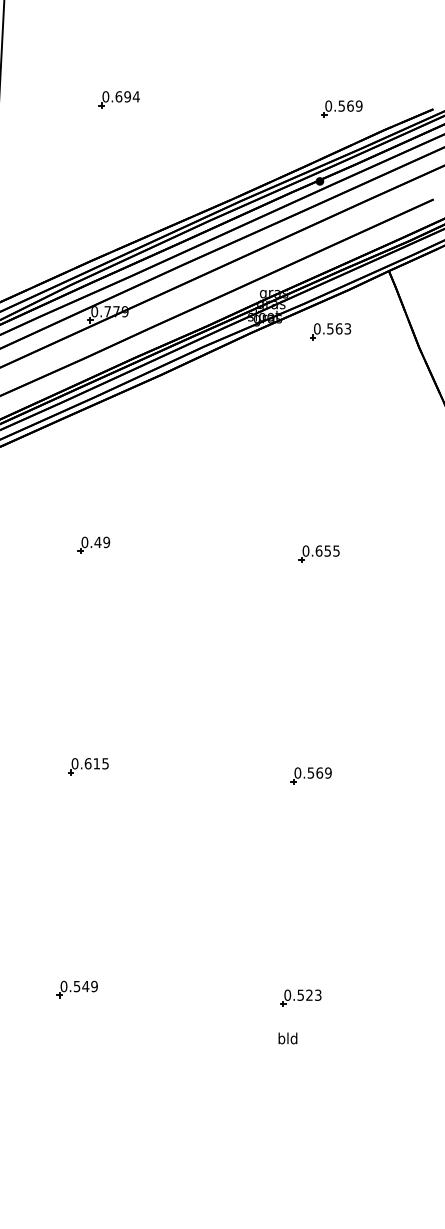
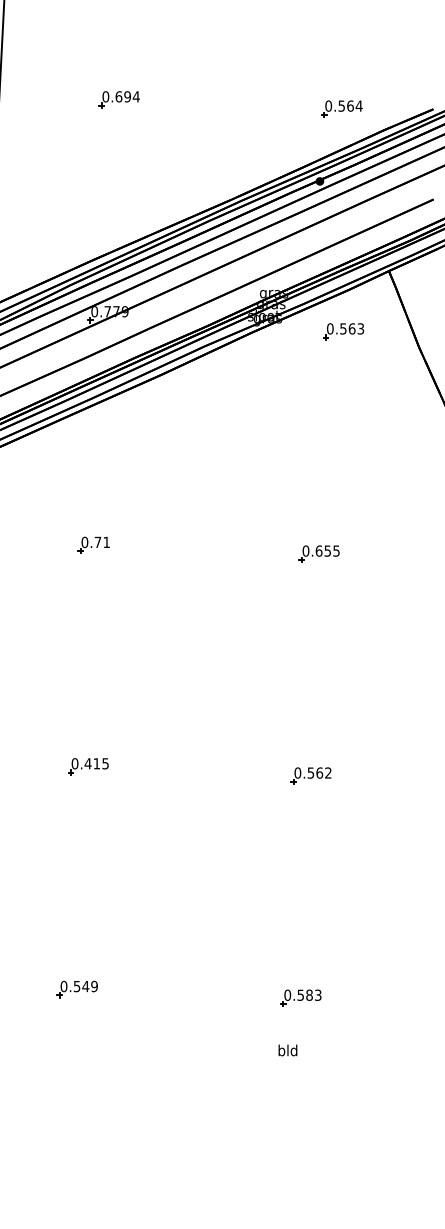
text at (358, 105): 0.569 -> 0.564
part at (330, 331) position: (330, 331) -> (343, 331)
text at (102, 542): 0.49 -> 0.71
text at (87, 763): 0.615 -> 0.415
text at (328, 772): 0.569 -> 0.562
text at (309, 994): 0.523 -> 0.583
text at (287, 1038) position: (287, 1038) -> (287, 1050)
